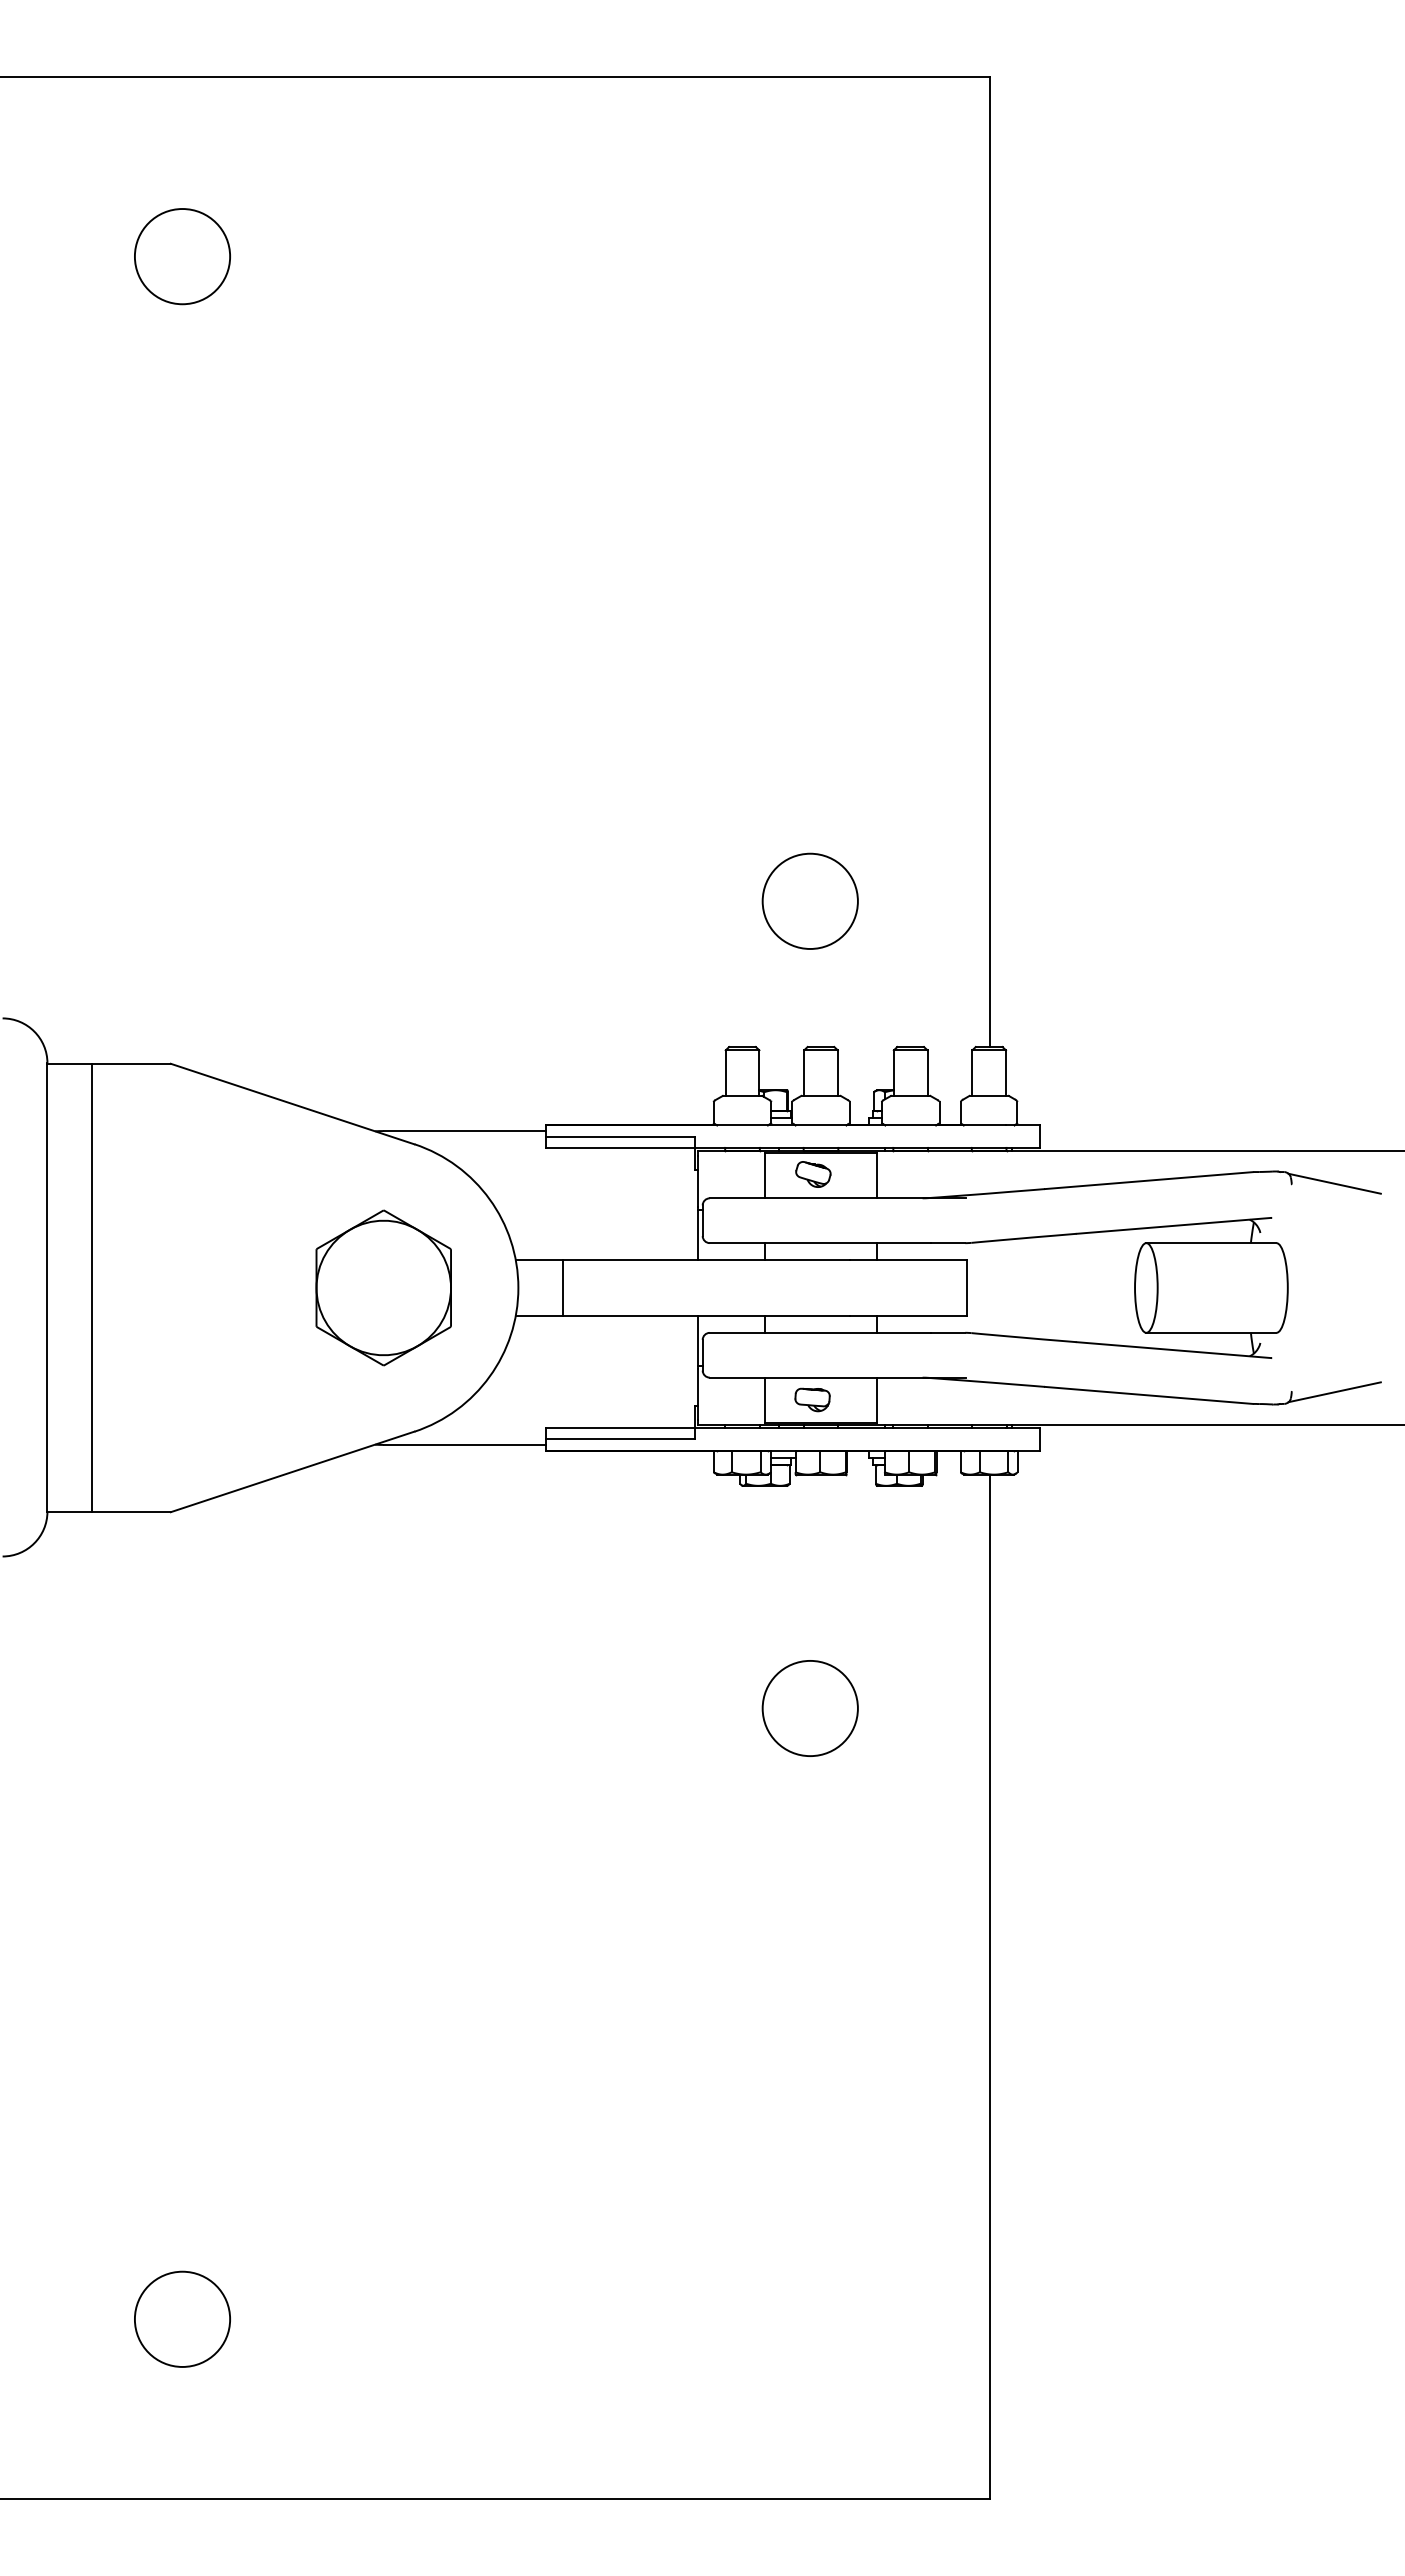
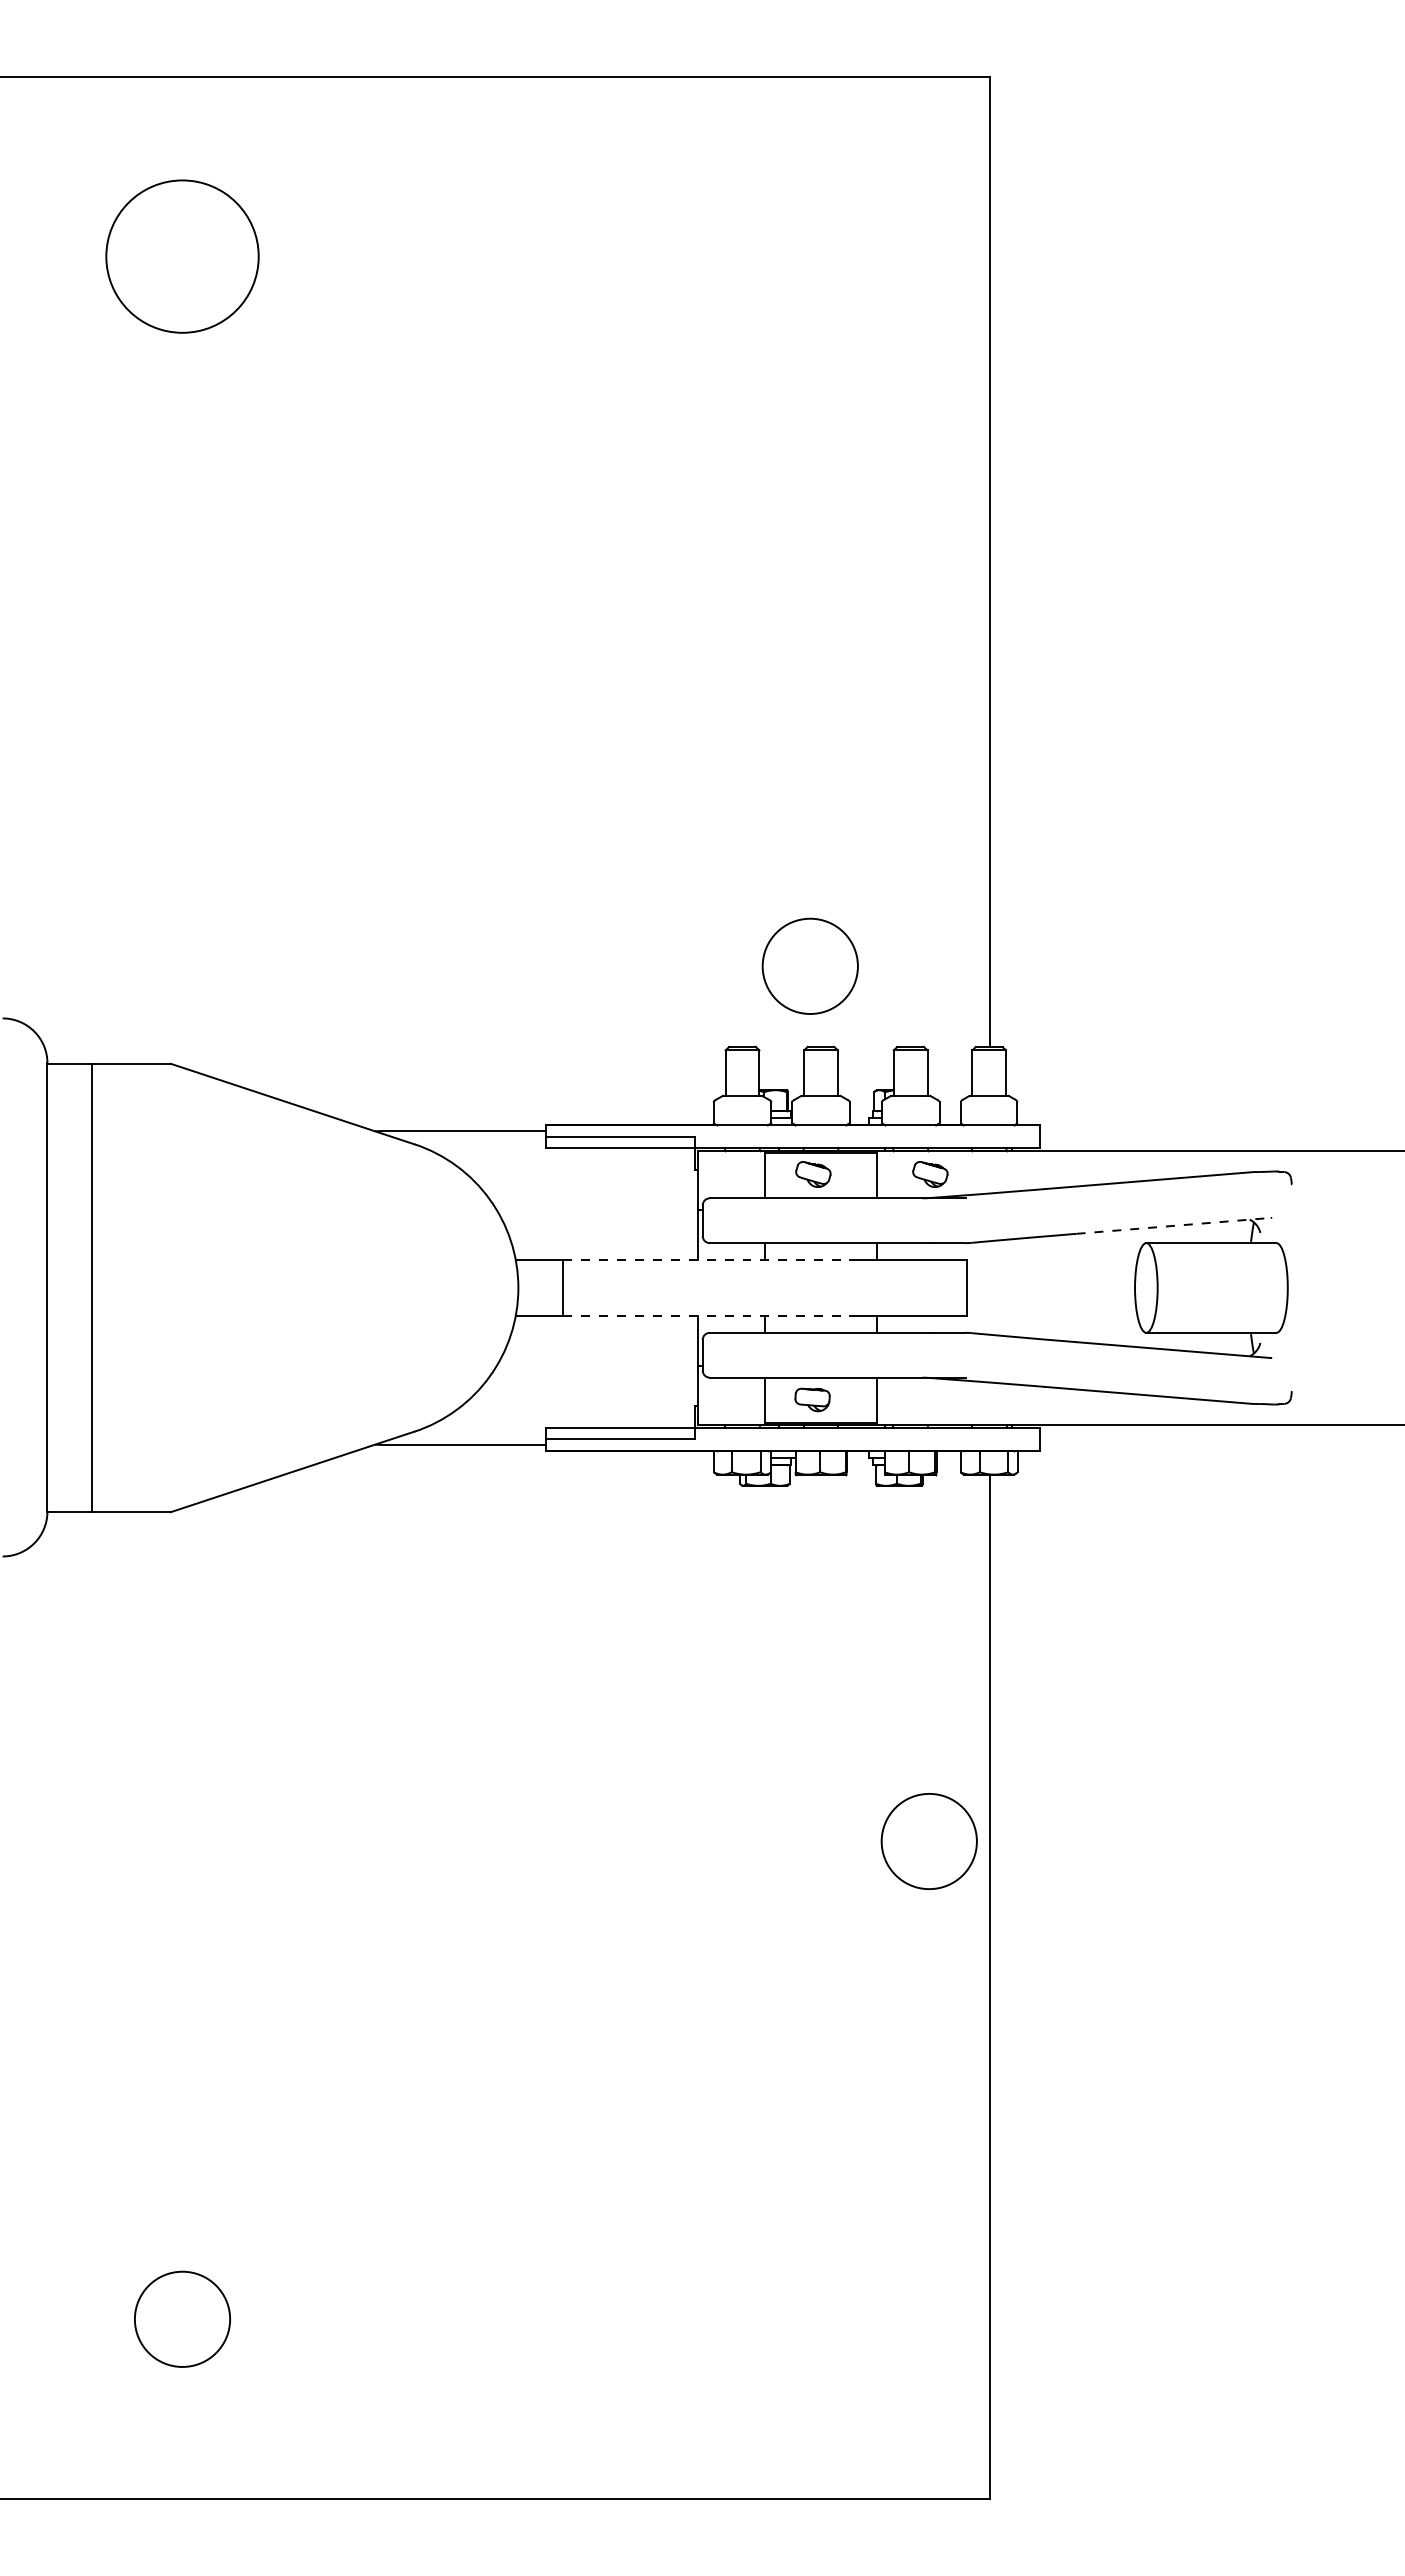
circle at (182, 256) diameter: 95 px -> 152 px
circle at (809, 900) position: (809, 900) -> (809, 965)
part at (930, 1174): none -> present
line at (1334, 1183): present -> none
line at (1174, 1225): solid -> dashed
line at (706, 1260): solid -> dashed
part at (383, 1287): present -> none
line at (706, 1316): solid -> dashed
line at (1334, 1392): present -> none
circle at (809, 1708) position: (809, 1708) -> (928, 1841)
